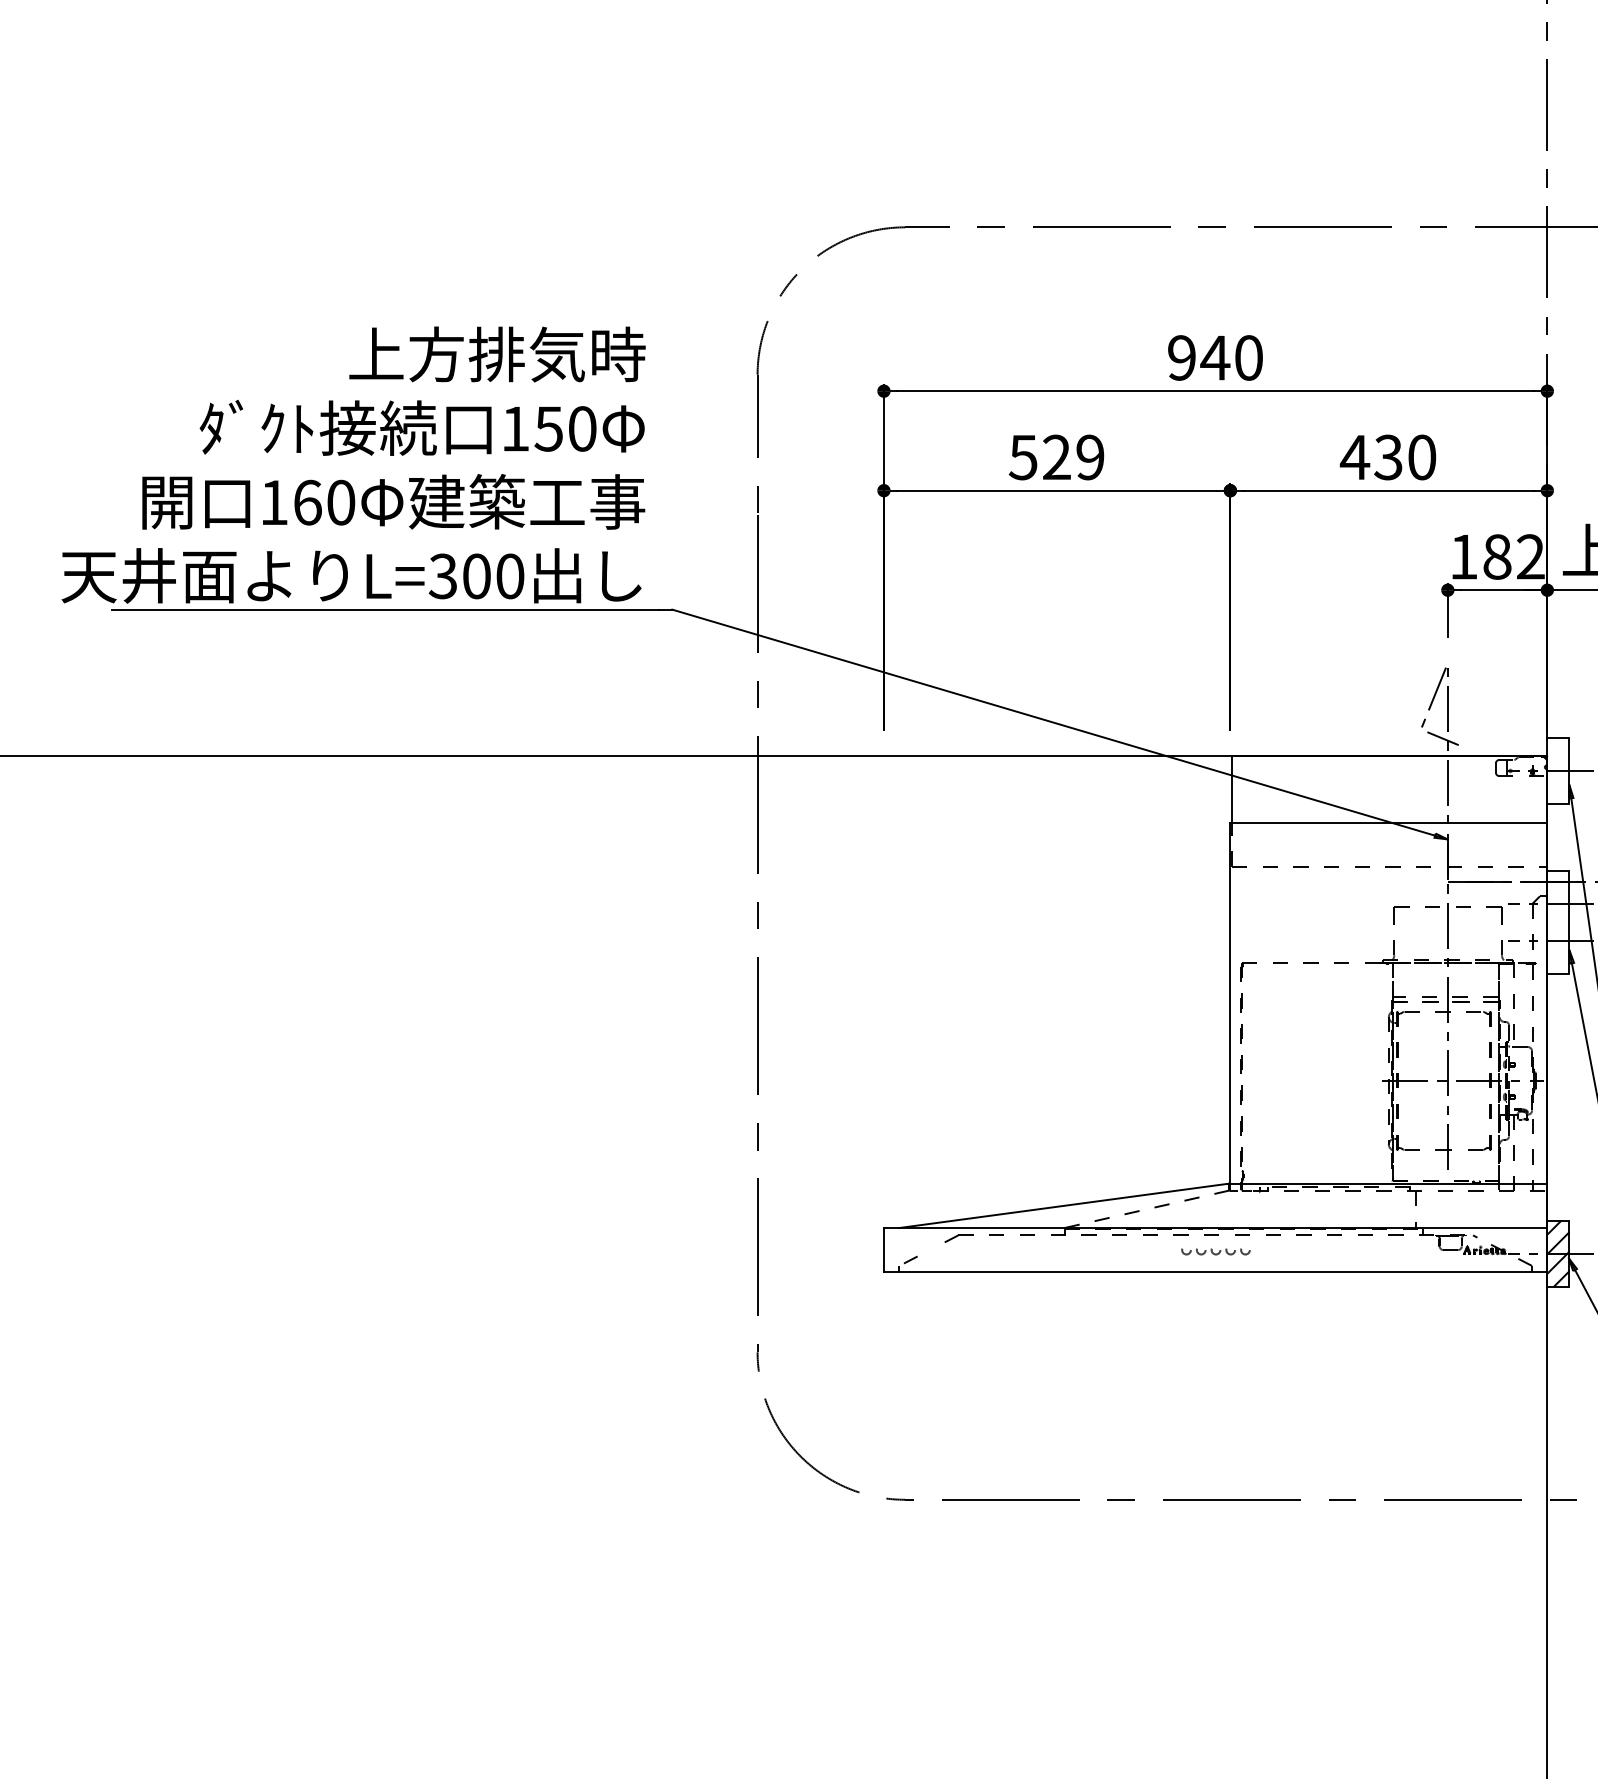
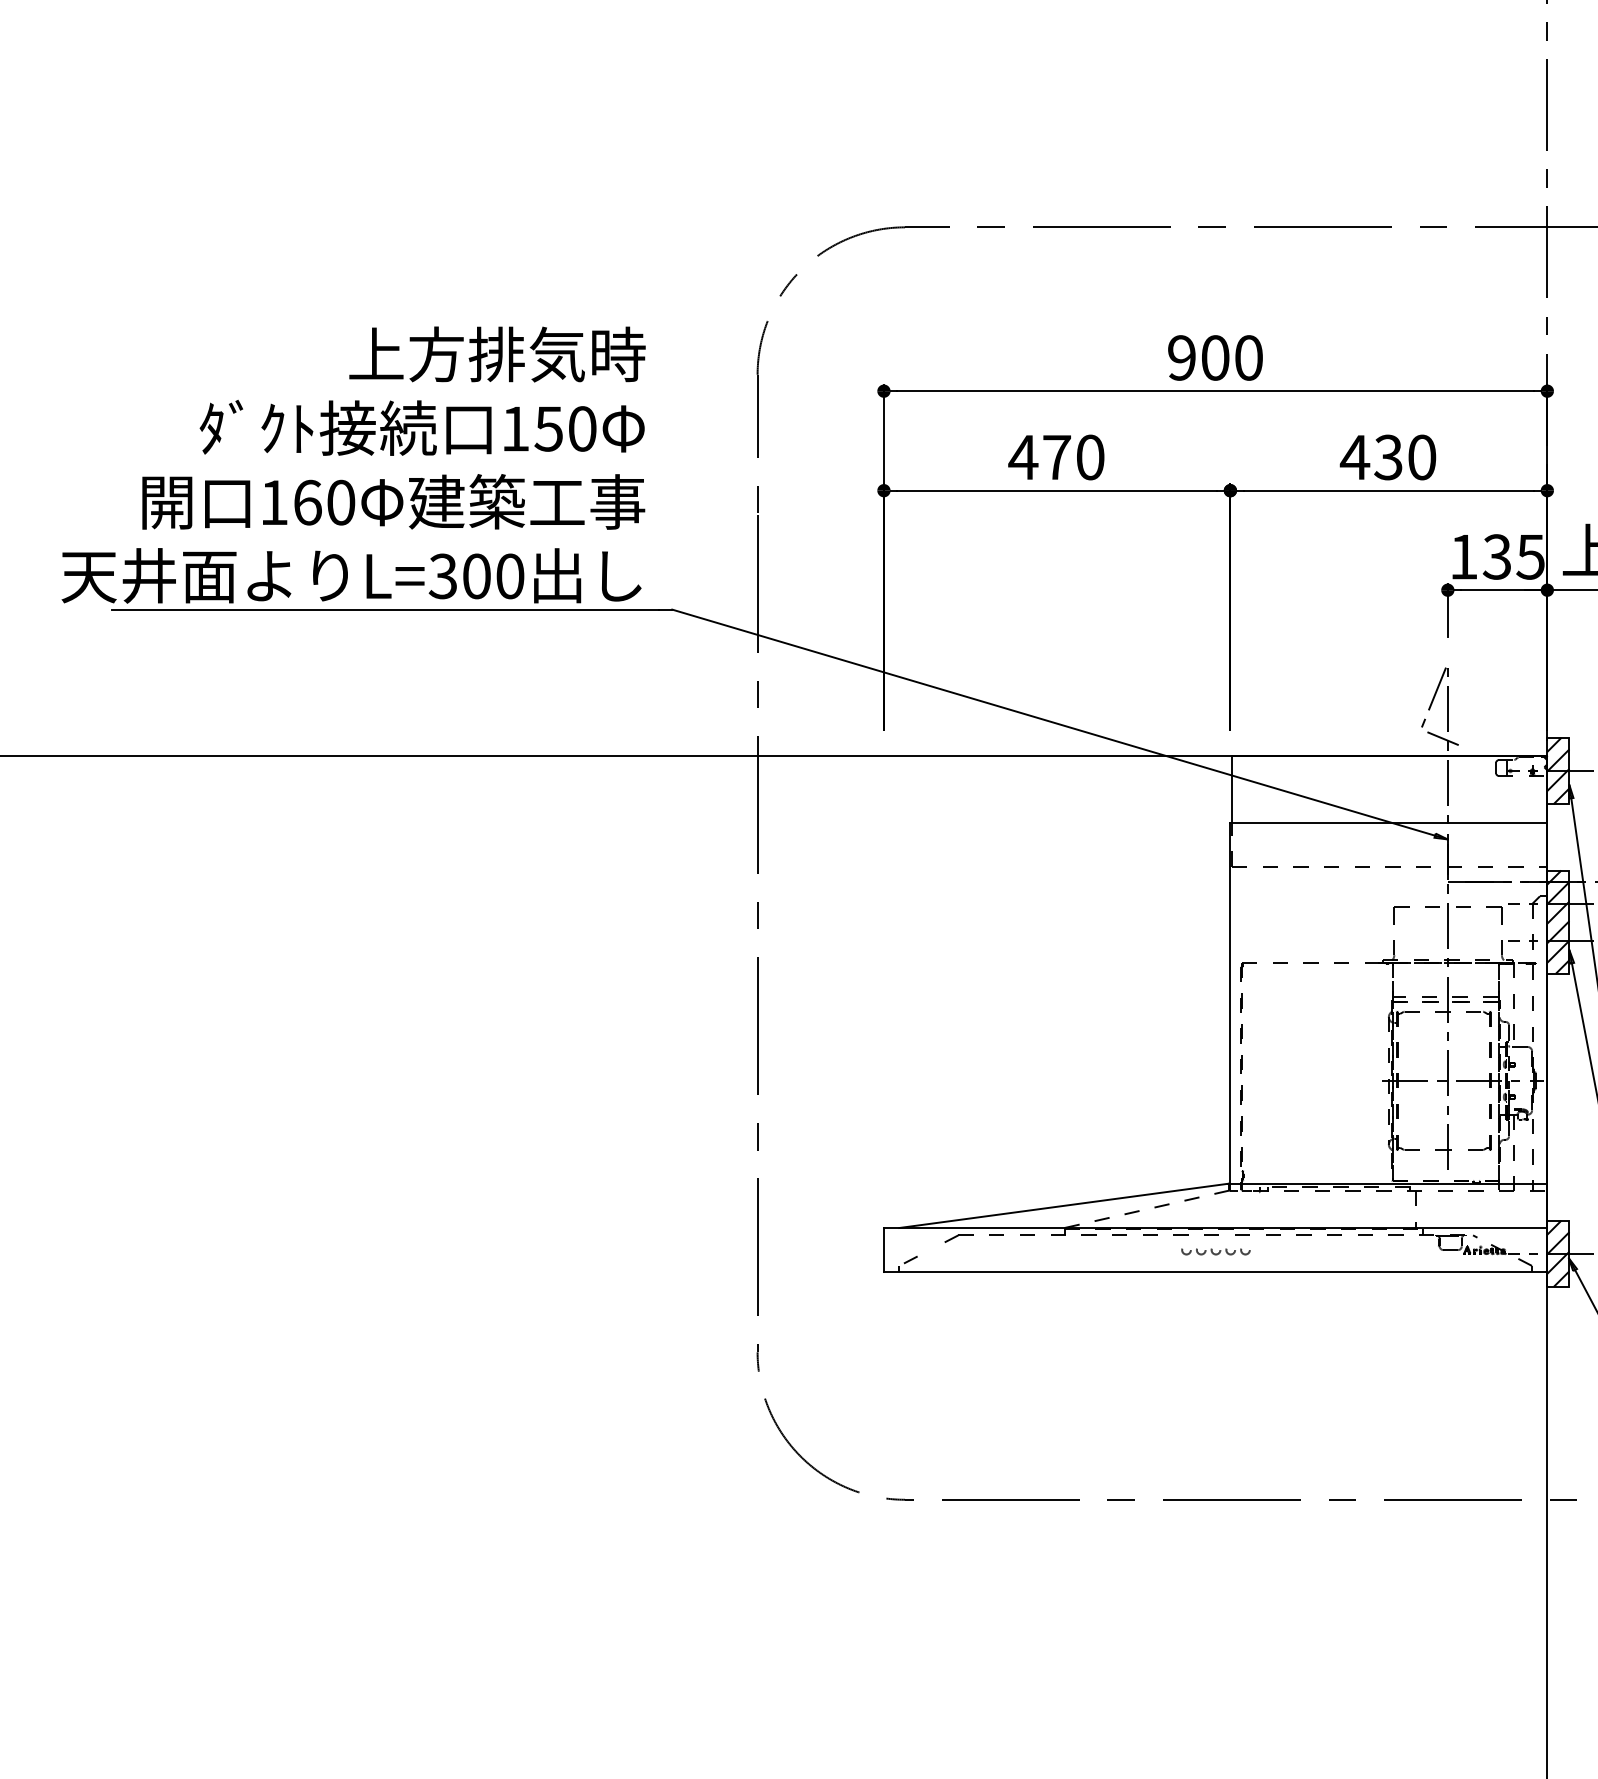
text at (1215, 357): 940 -> 900
text at (1056, 457): 529 -> 470
text at (1513, 556): 182 -> 135
hatch at (1558, 770): none -> present
hatch at (1558, 921): none -> present
